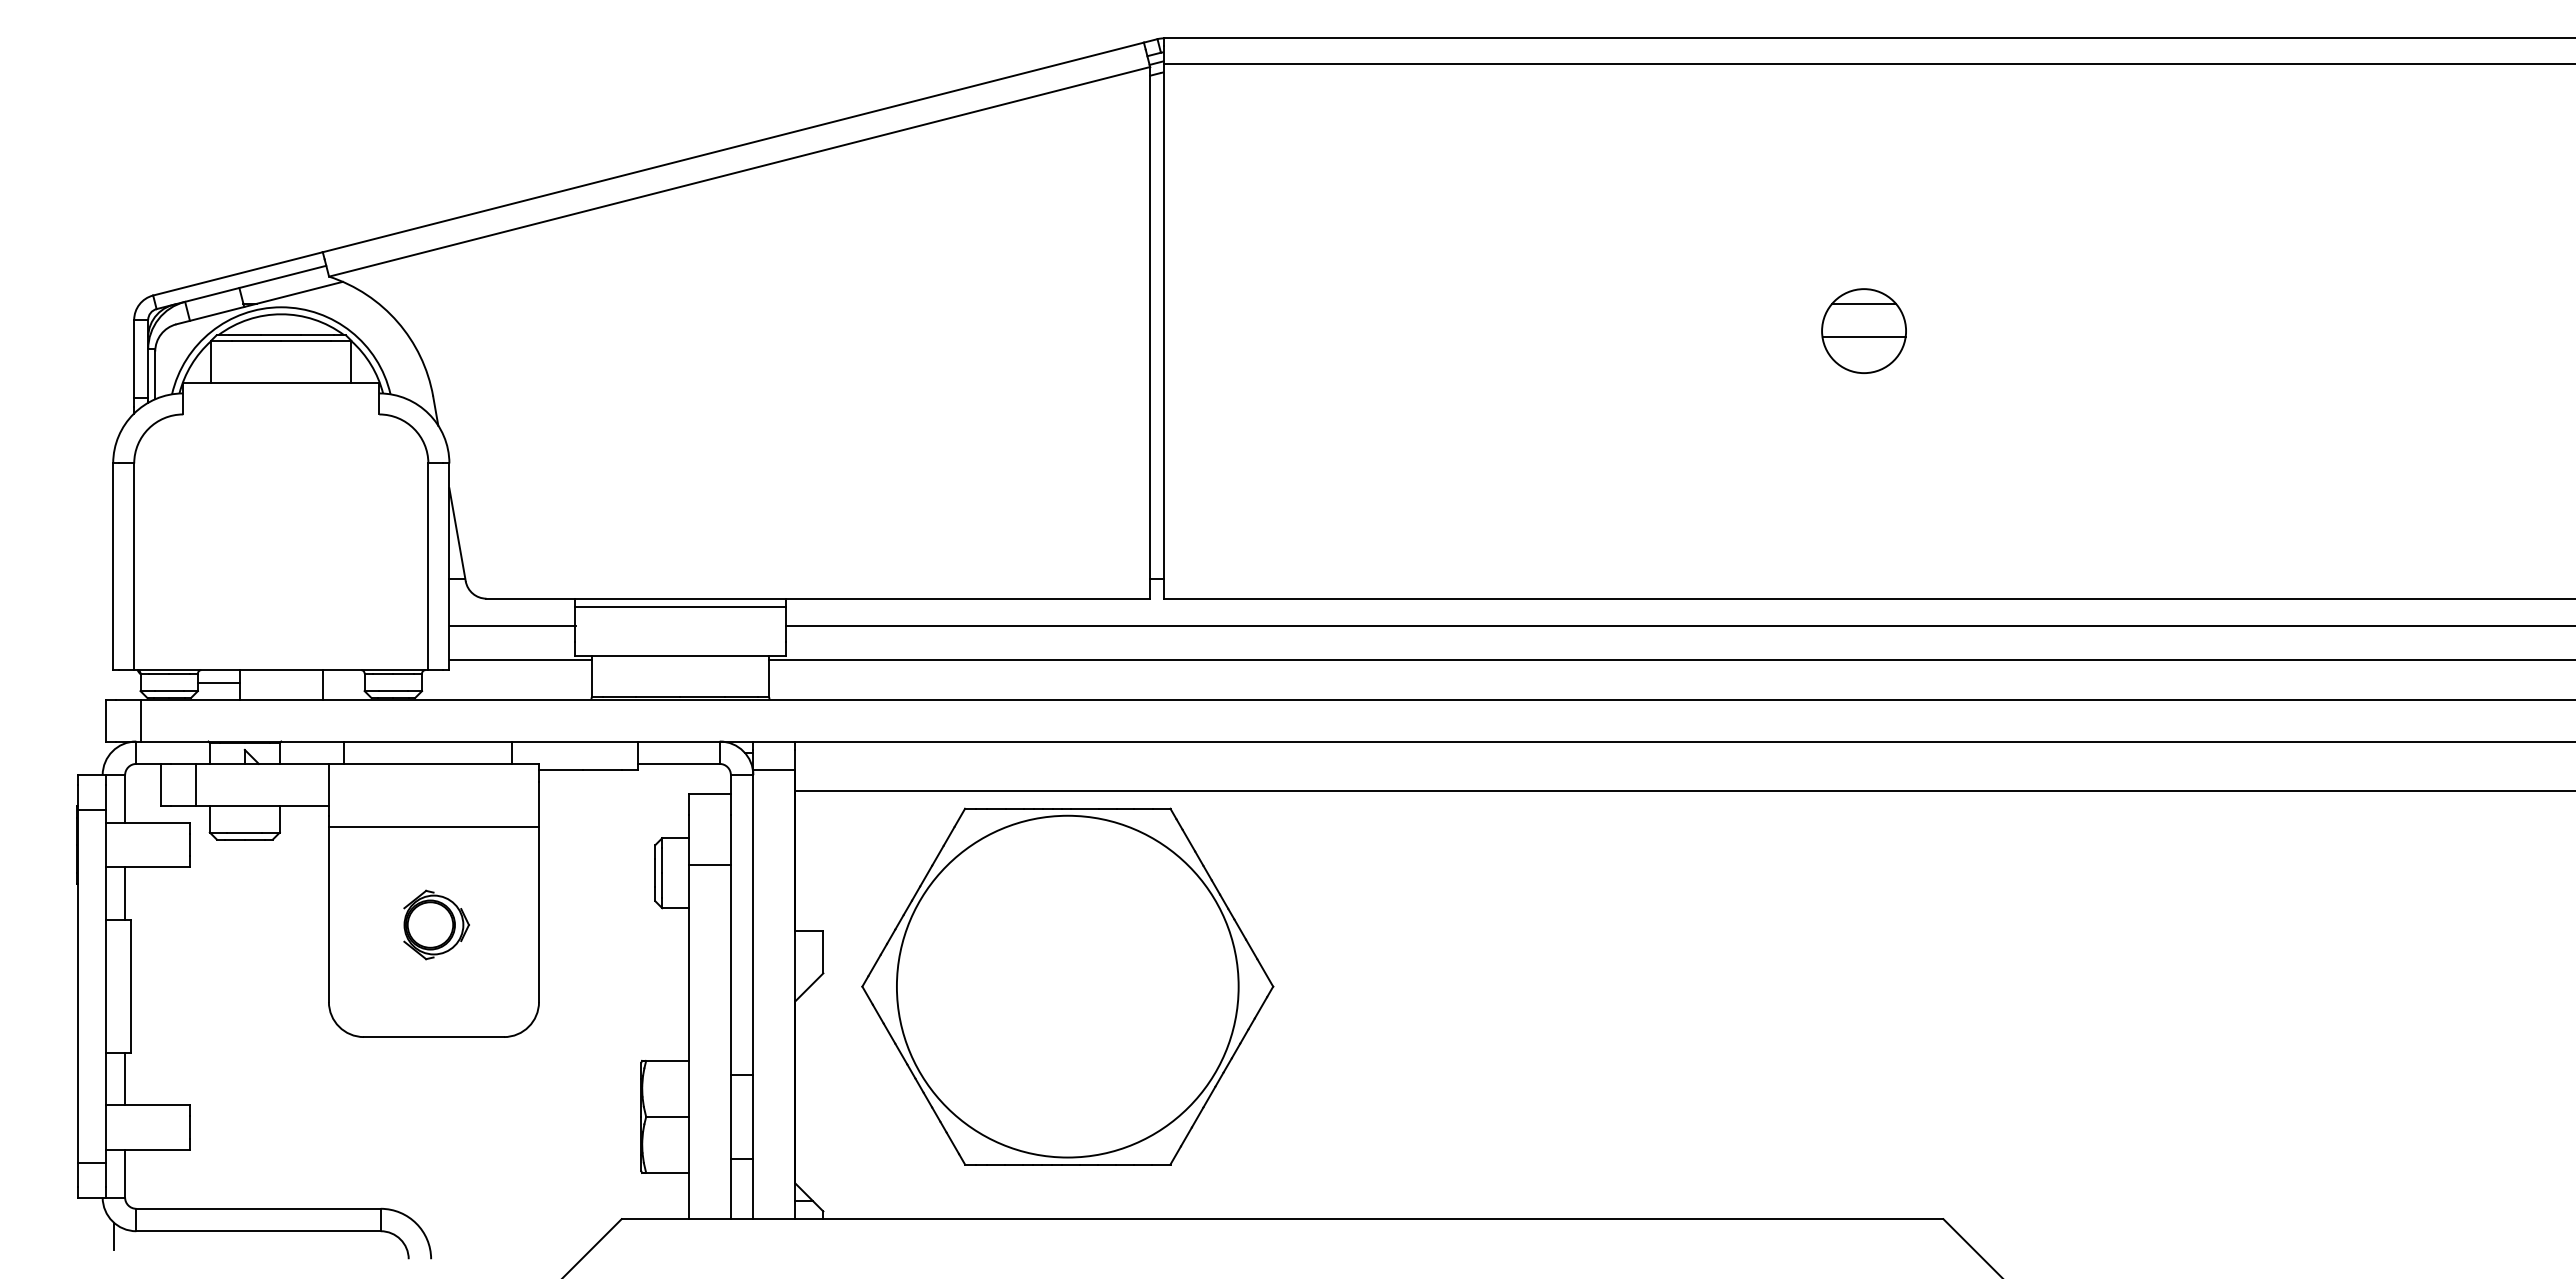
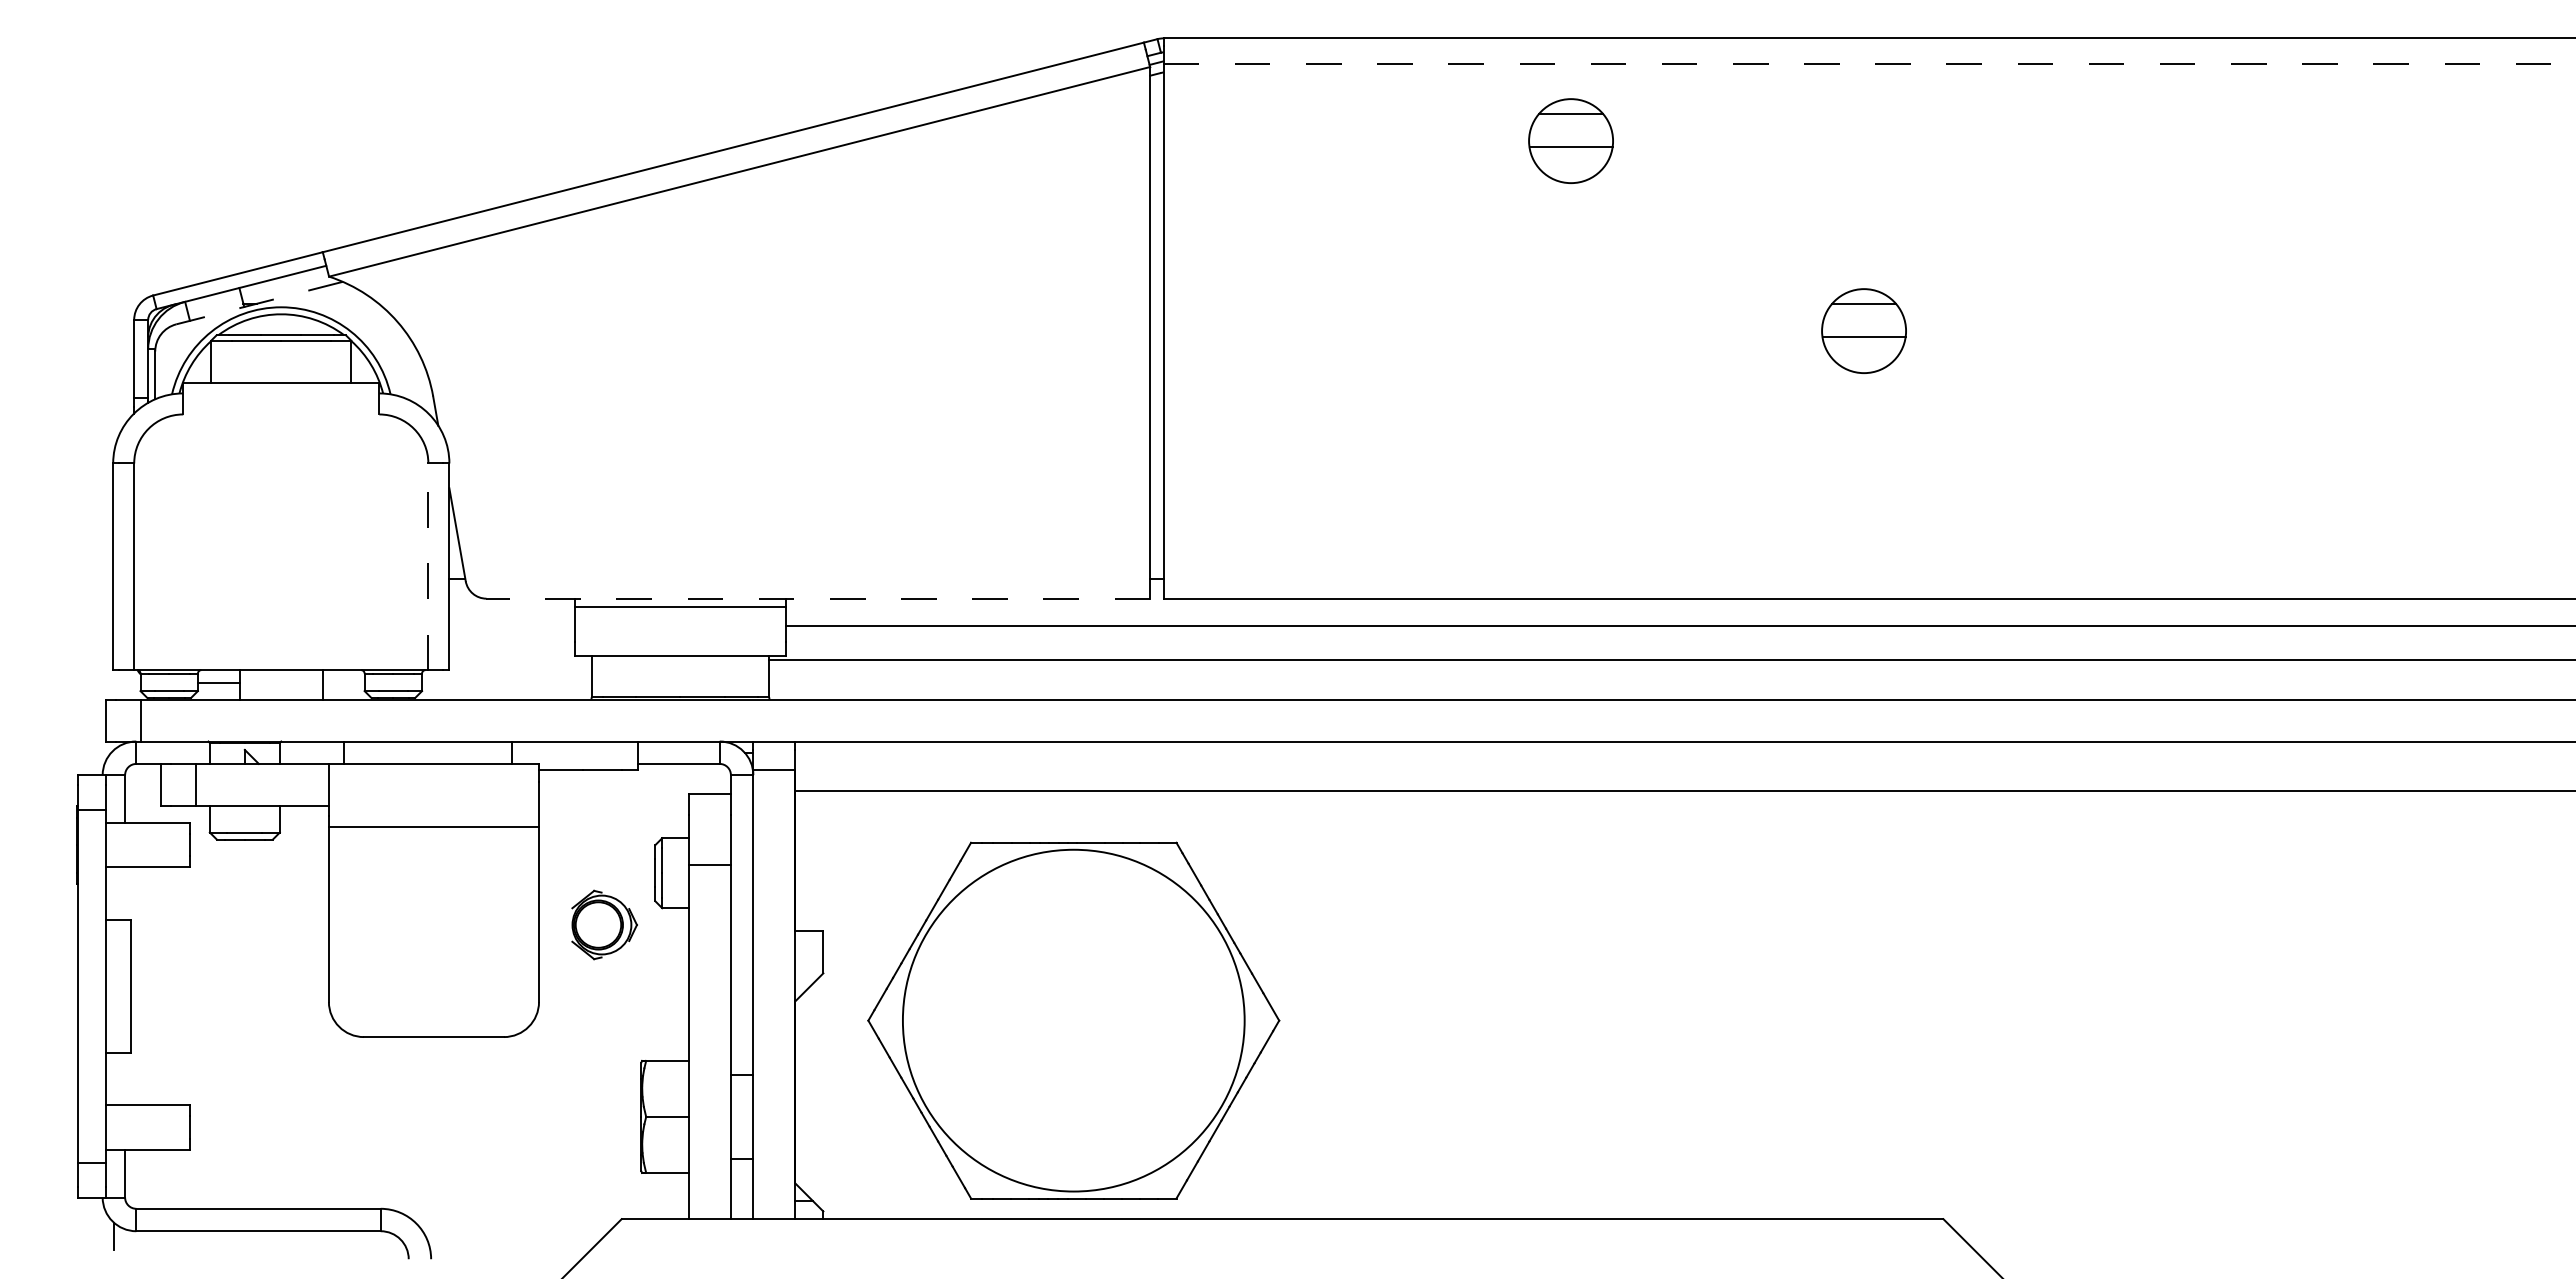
line at (1869, 63): solid -> dashed
part at (1570, 140): none -> present
line at (259, 303): solid -> dashed
line at (428, 566): solid -> dashed
line at (818, 598): solid -> dashed
line at (512, 625): present -> none
line at (520, 659): present -> none
line at (125, 893): present -> none
part at (436, 924) position: (436, 924) -> (604, 924)
part at (1067, 986) position: (1067, 986) -> (1073, 1020)
line at (125, 1078): present -> none
